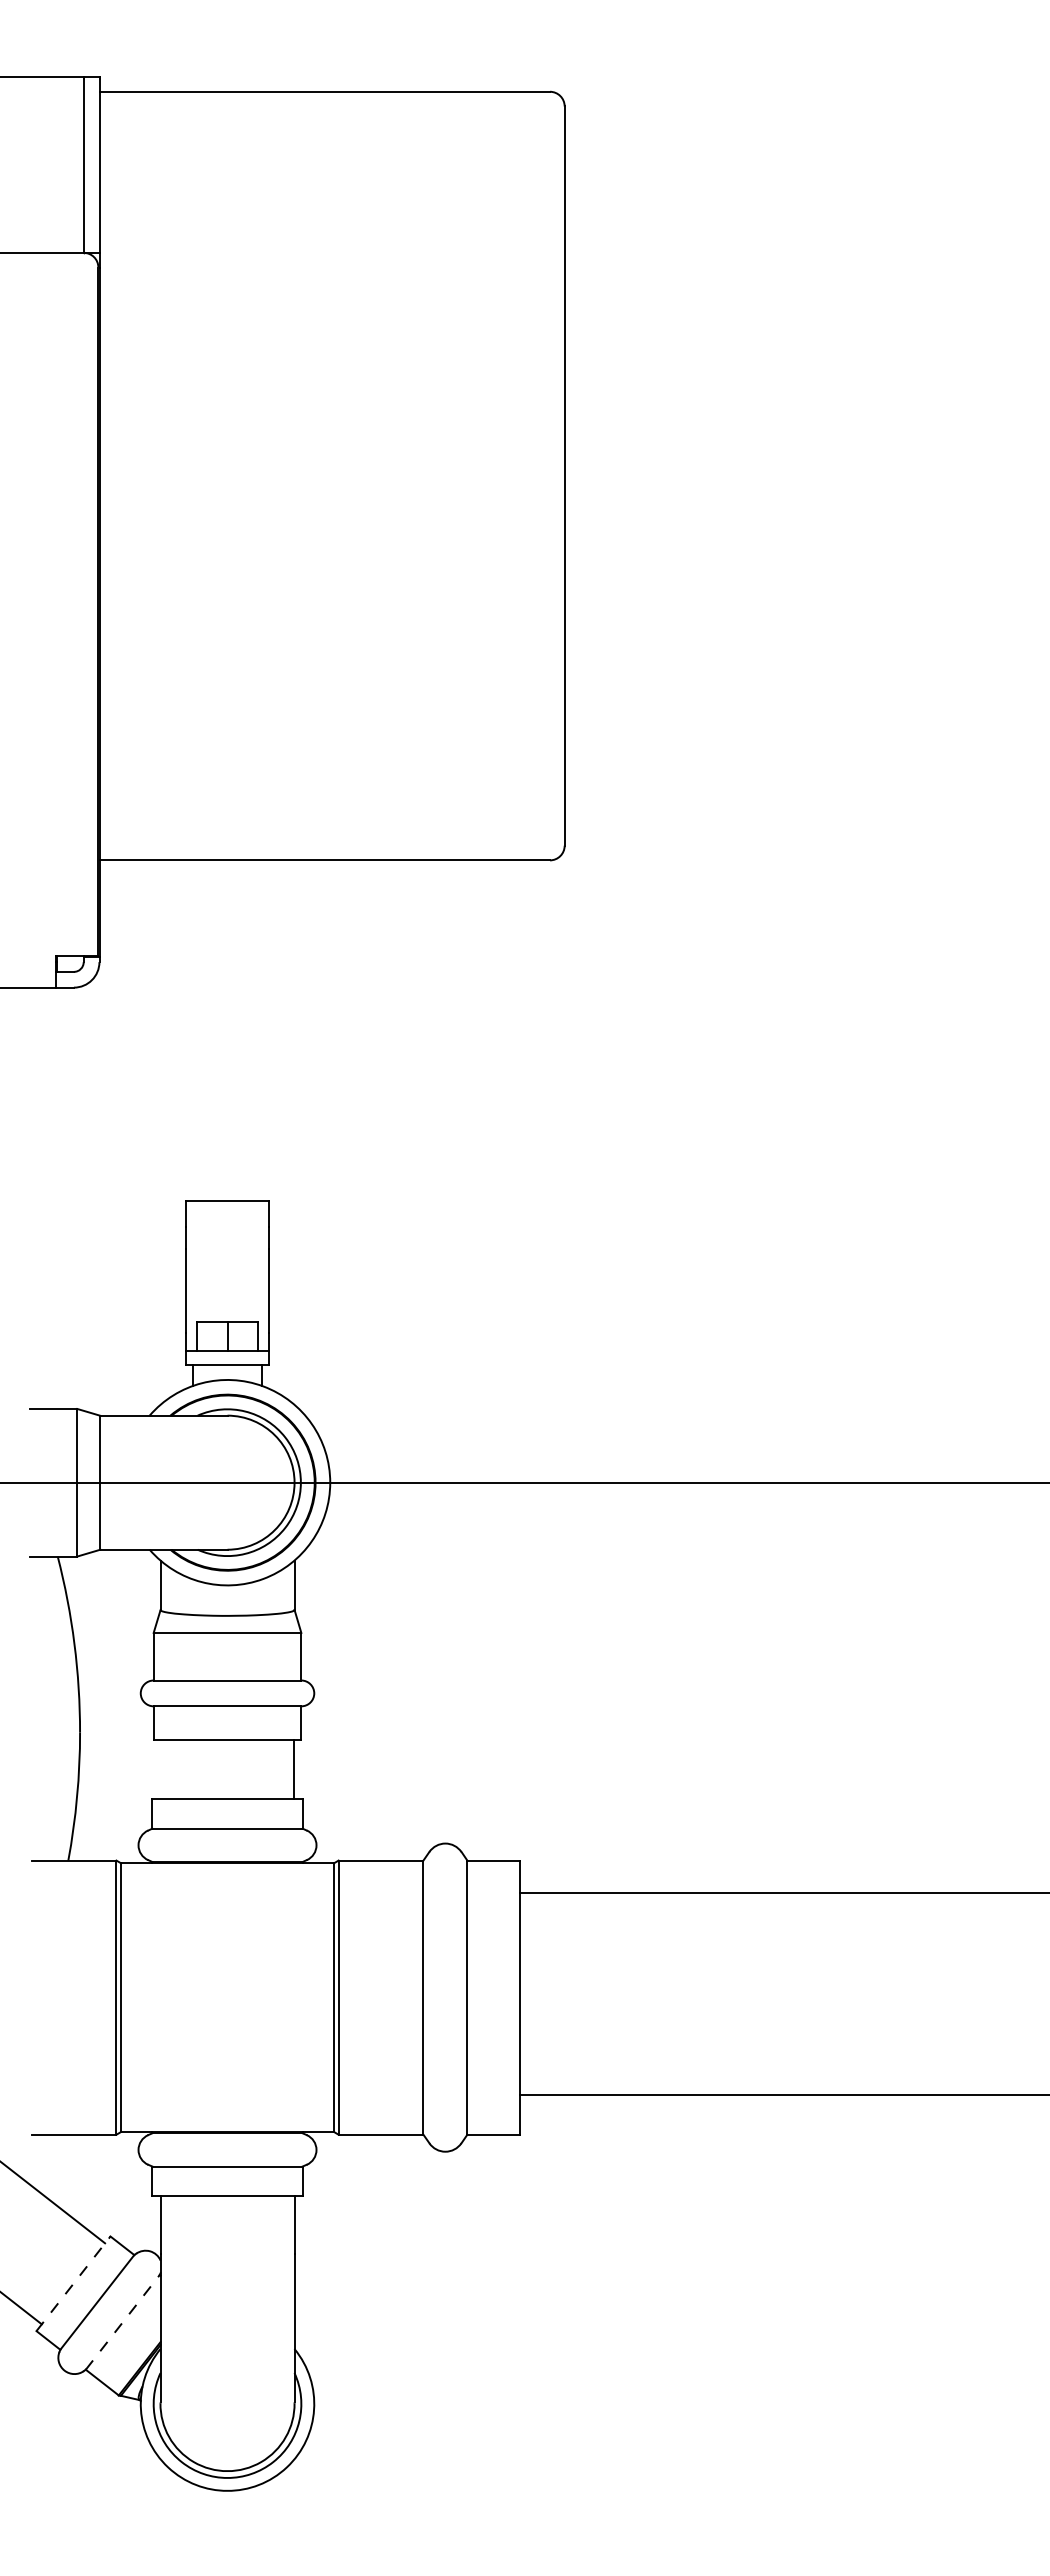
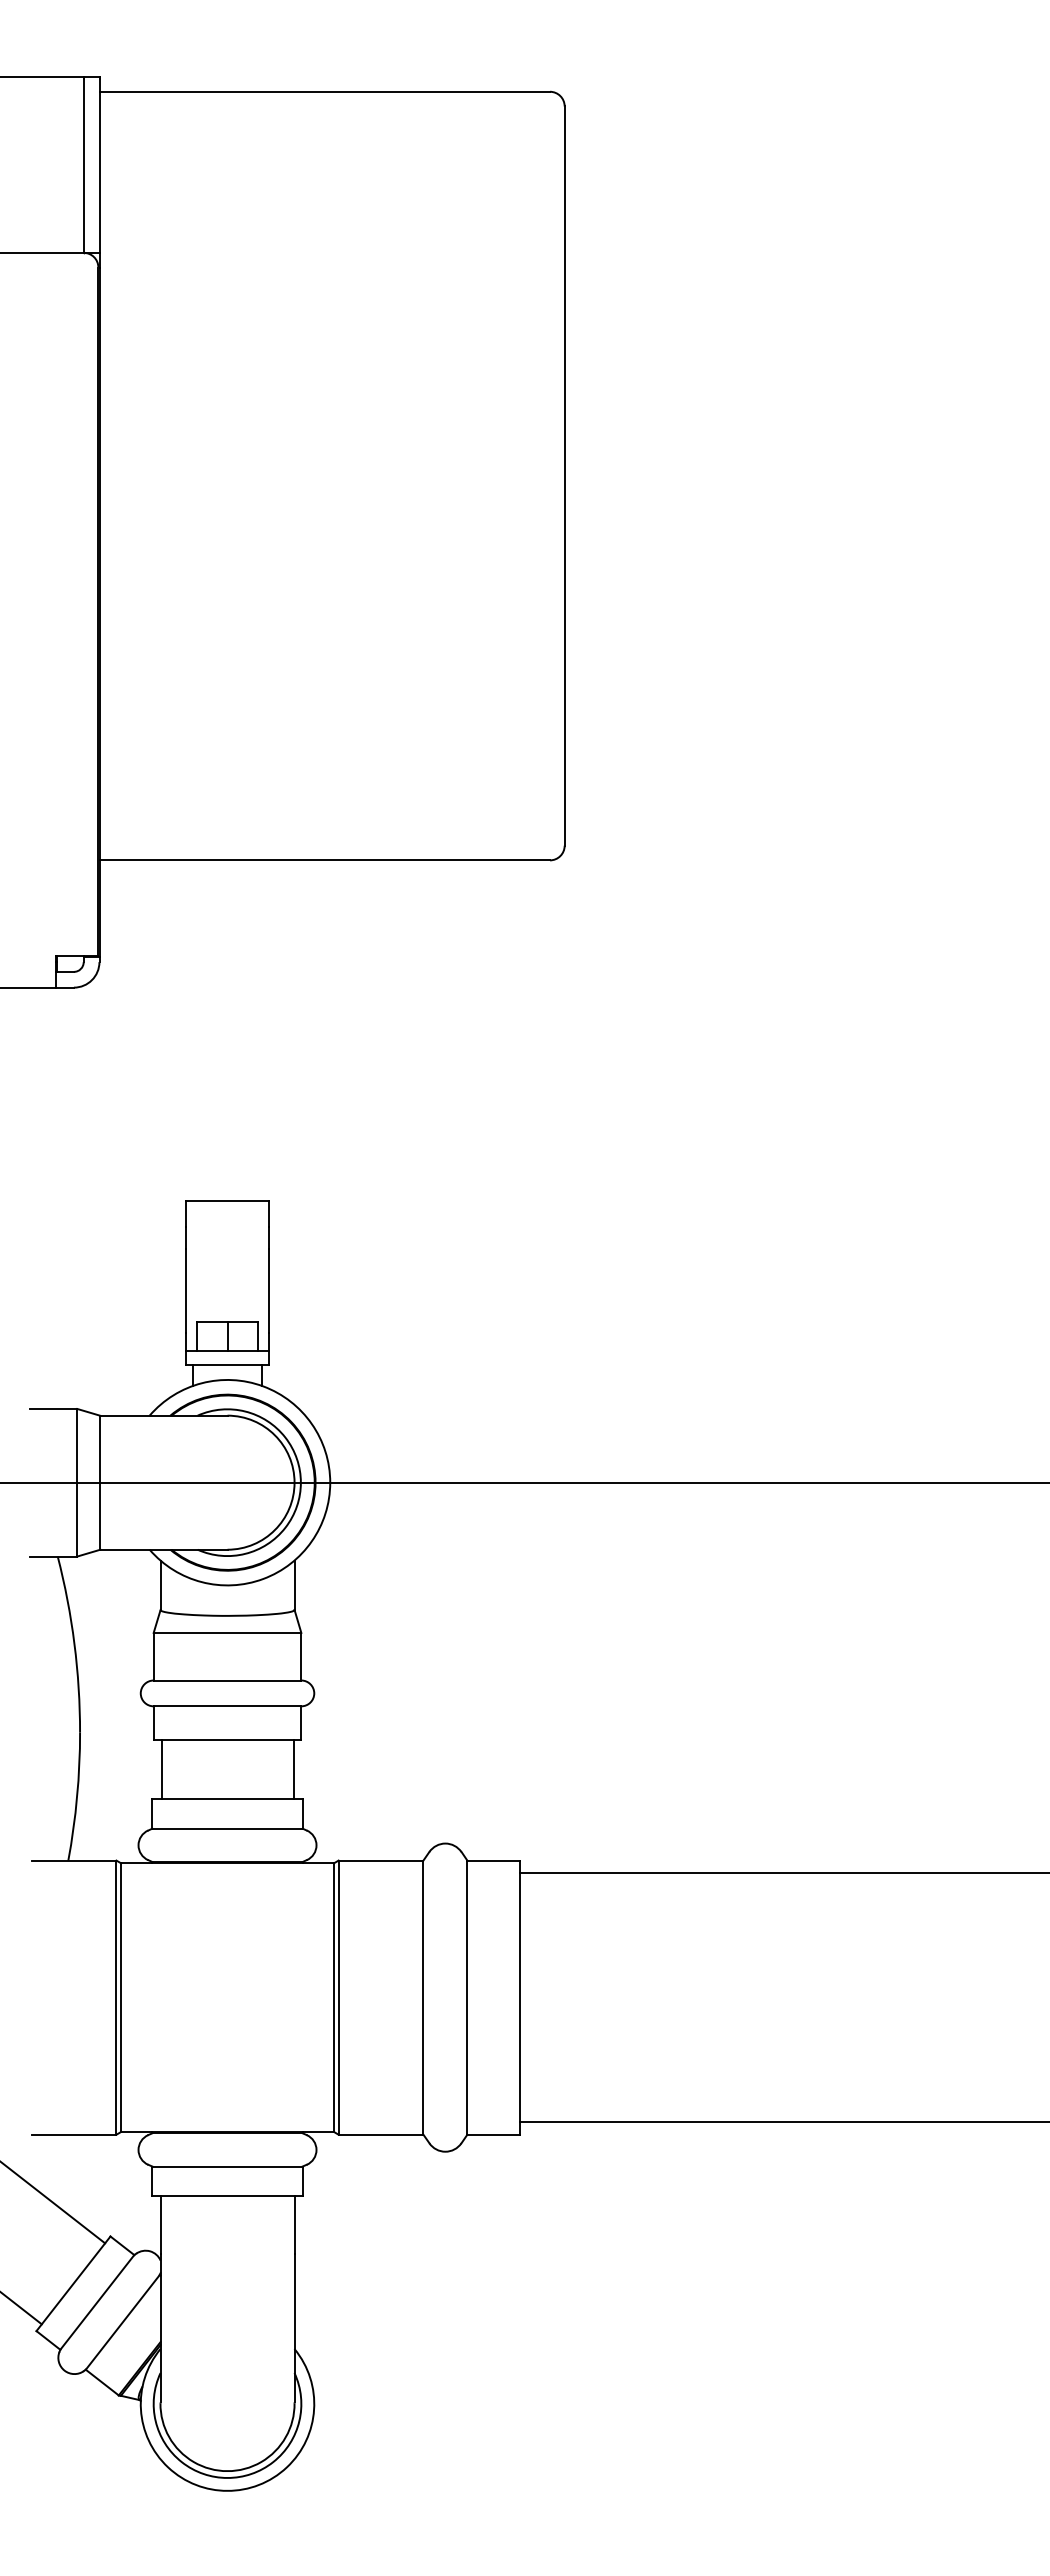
line at (161, 1768): none -> present
line at (782, 1892) position: (782, 1892) -> (782, 1872)
line at (782, 2095) position: (782, 2095) -> (782, 2122)
line at (73, 2283): dashed -> solid
line at (123, 2321): dashed -> solid
